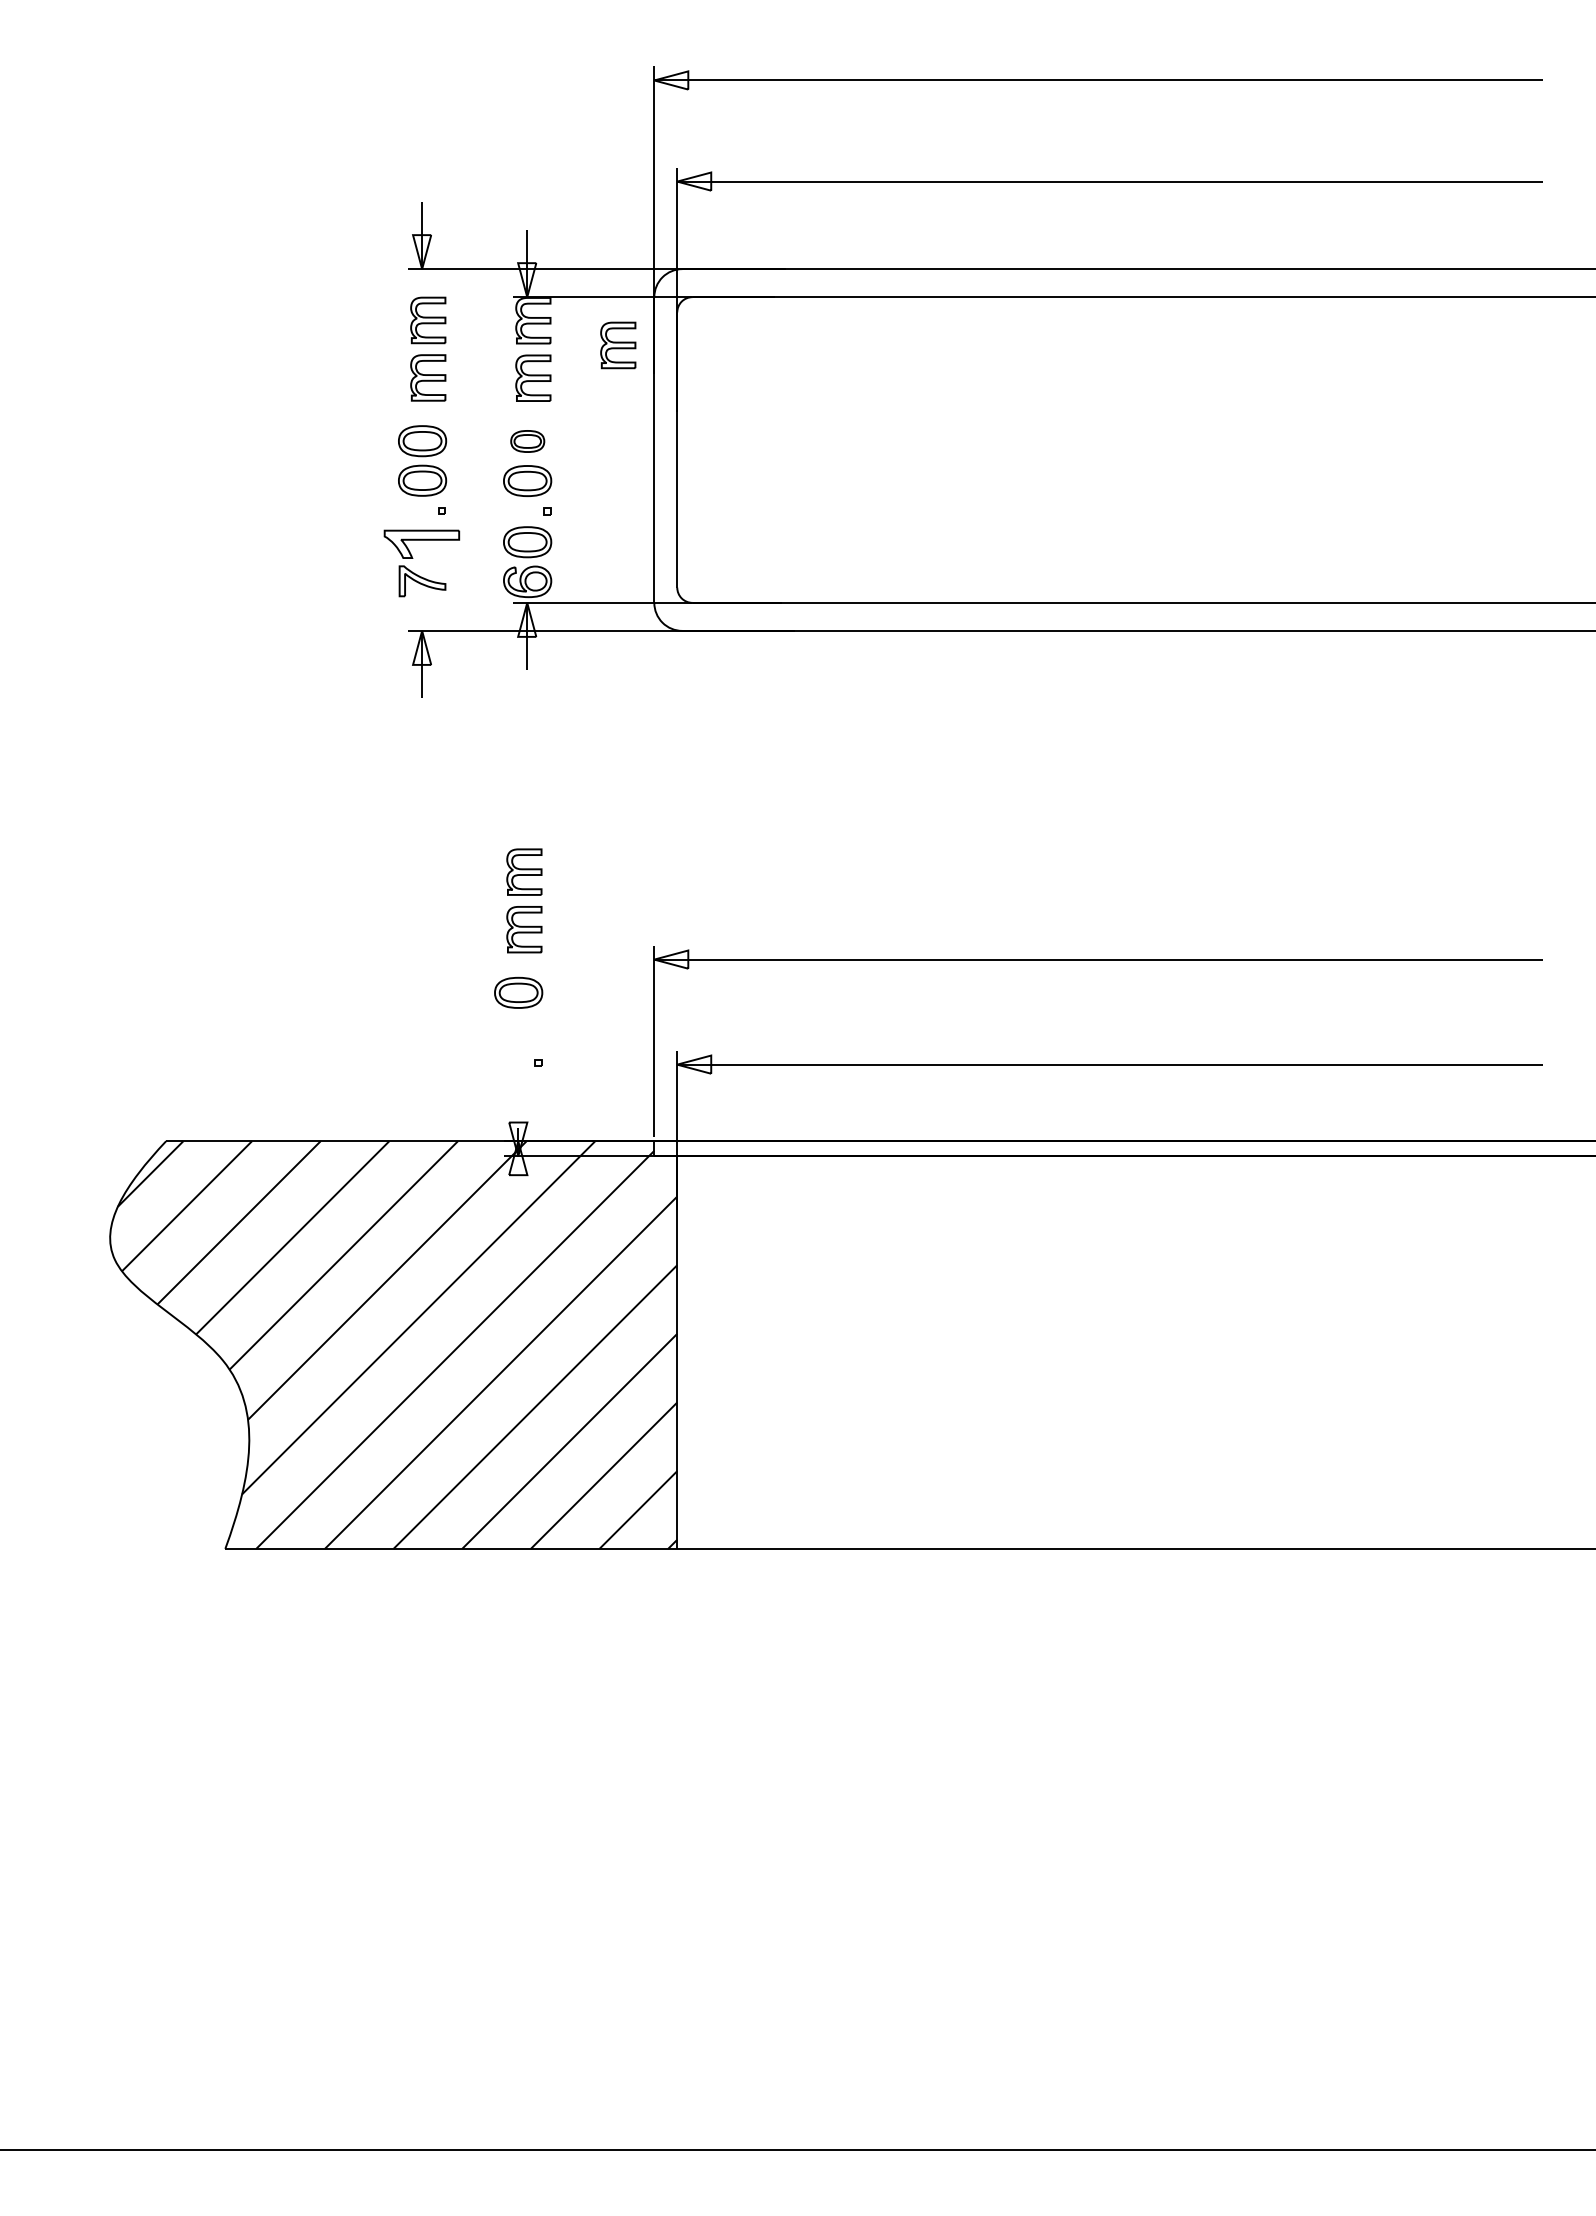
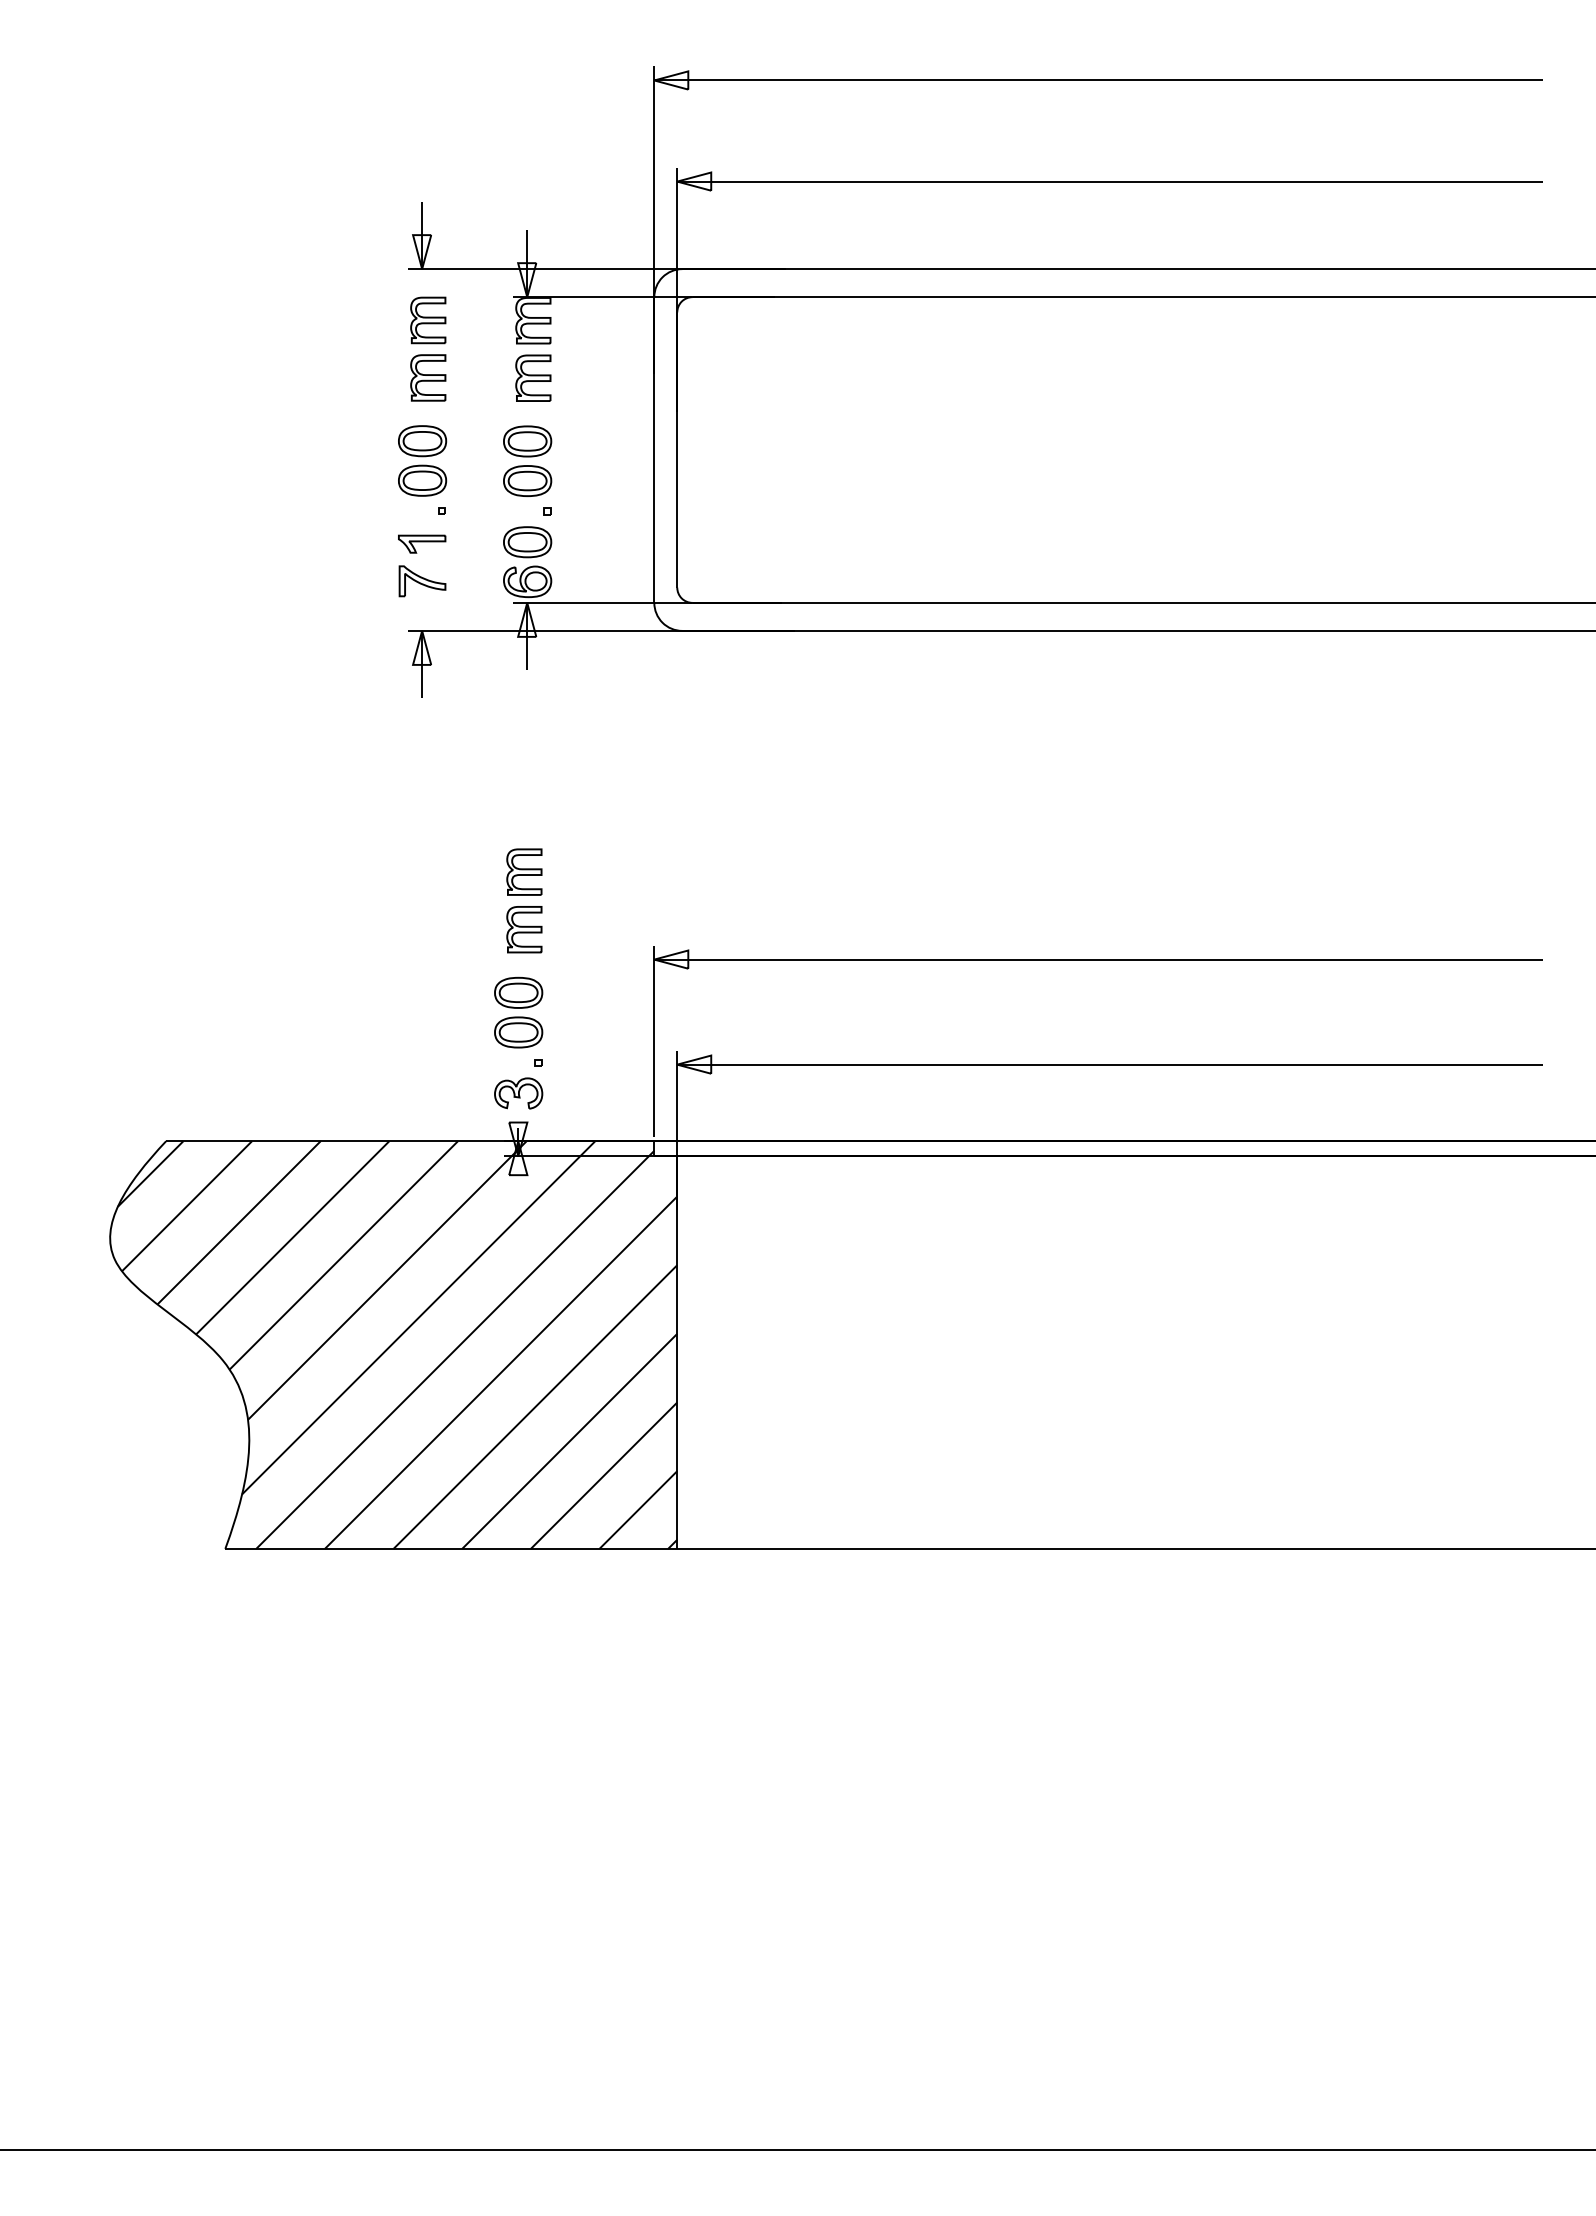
part at (618, 345): present -> none
part at (527, 441) size: 36x23 px -> 50x33 px
part at (421, 543) size: 78x30 px -> 49x20 px
part at (518, 1032): none -> present
part at (518, 1093): none -> present
